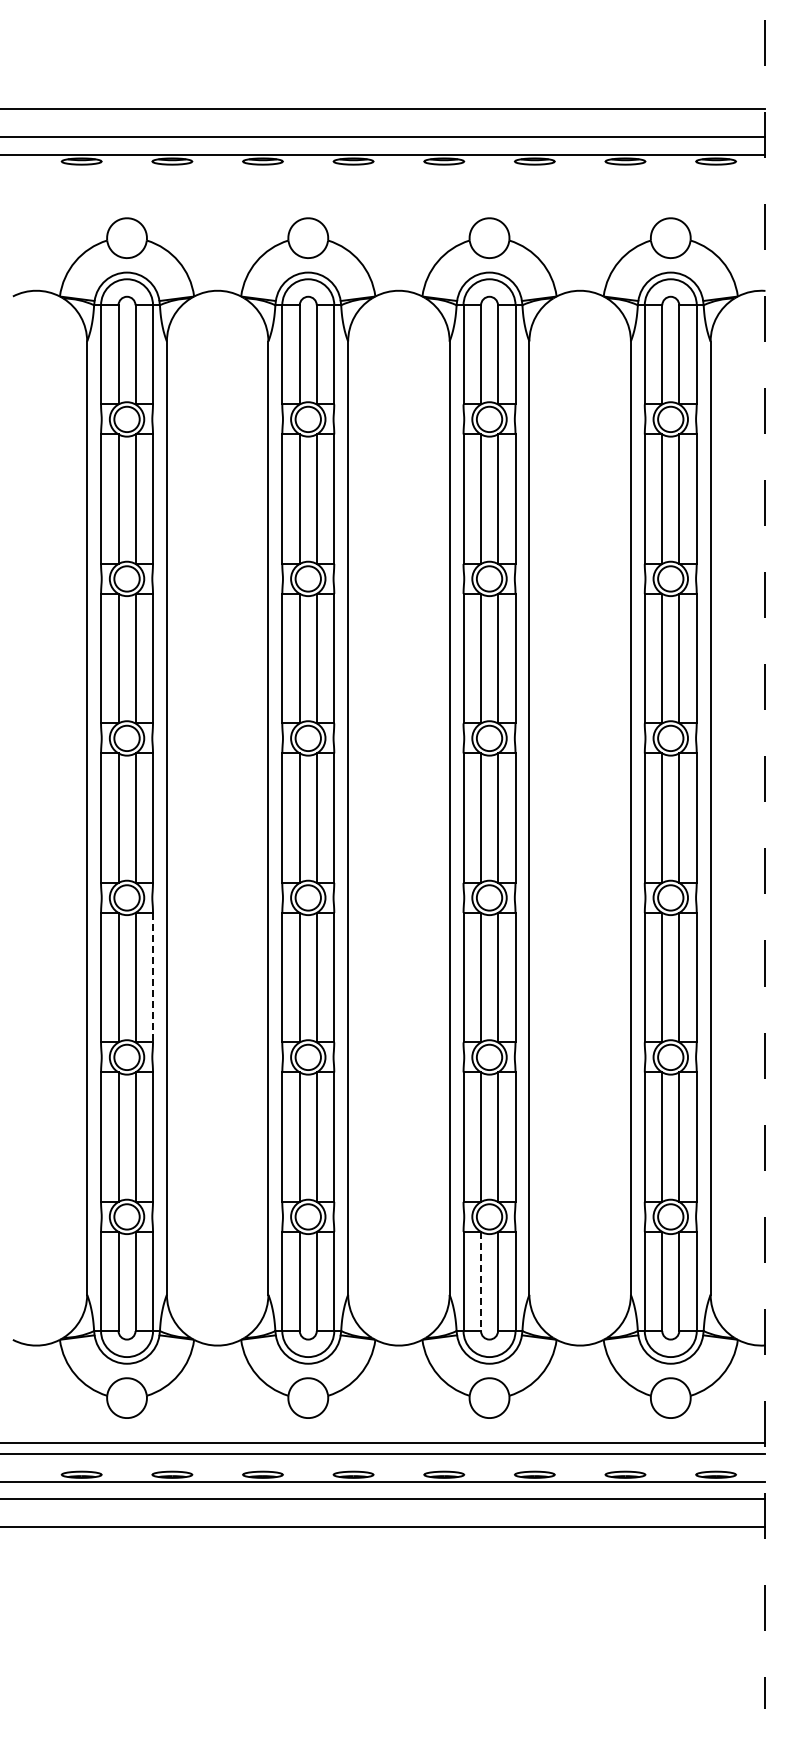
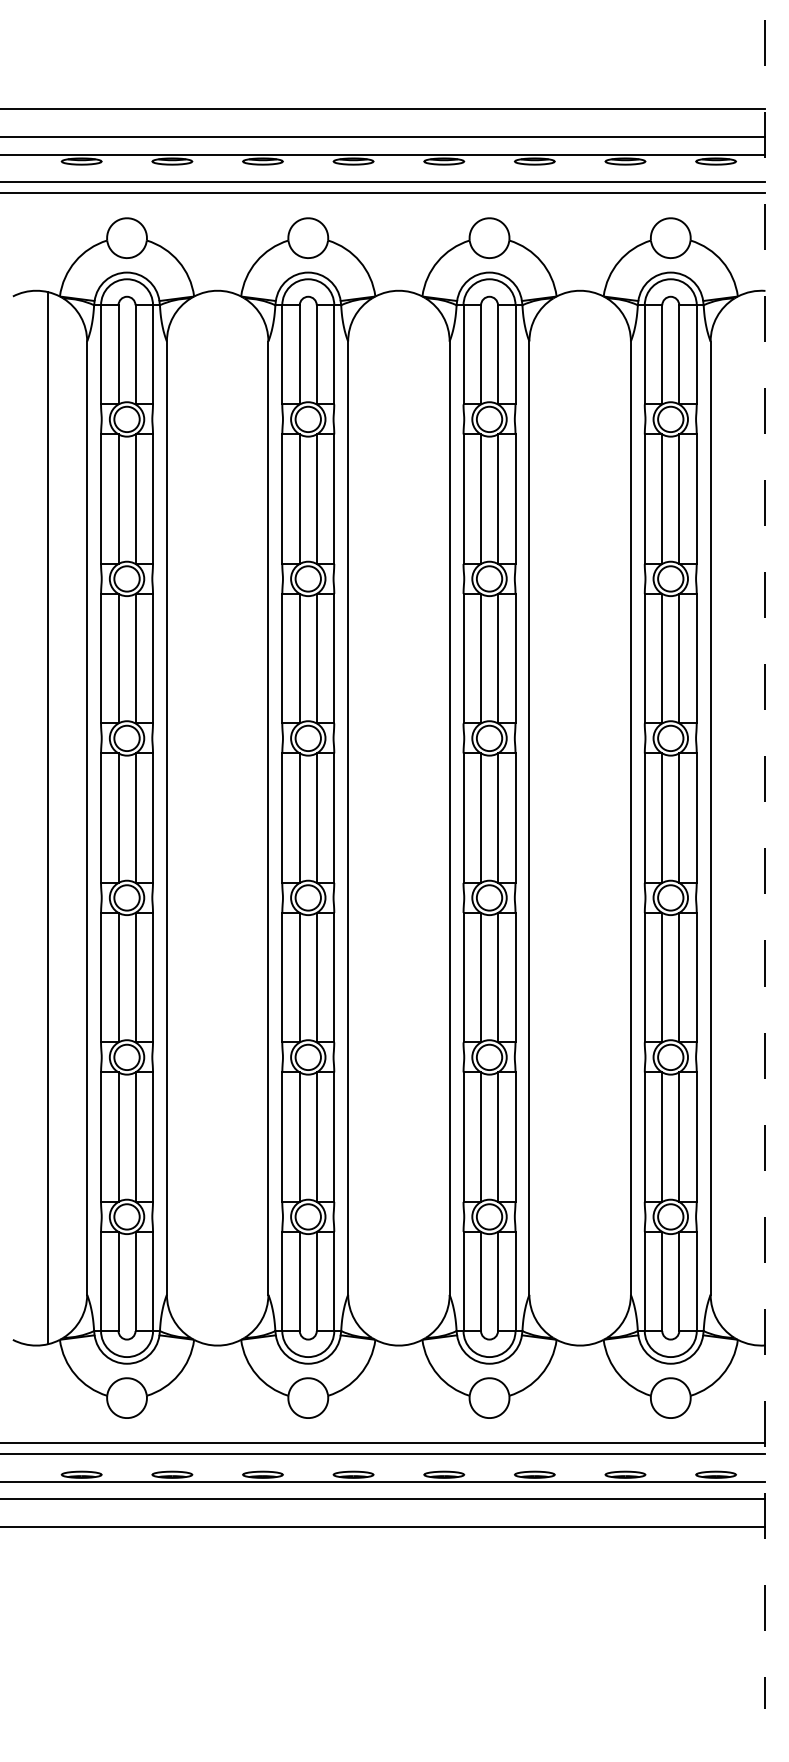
line at (383, 182): none -> present
line at (383, 193): none -> present
line at (47, 818): none -> present
line at (153, 977): dashed -> solid
line at (481, 1281): dashed -> solid
